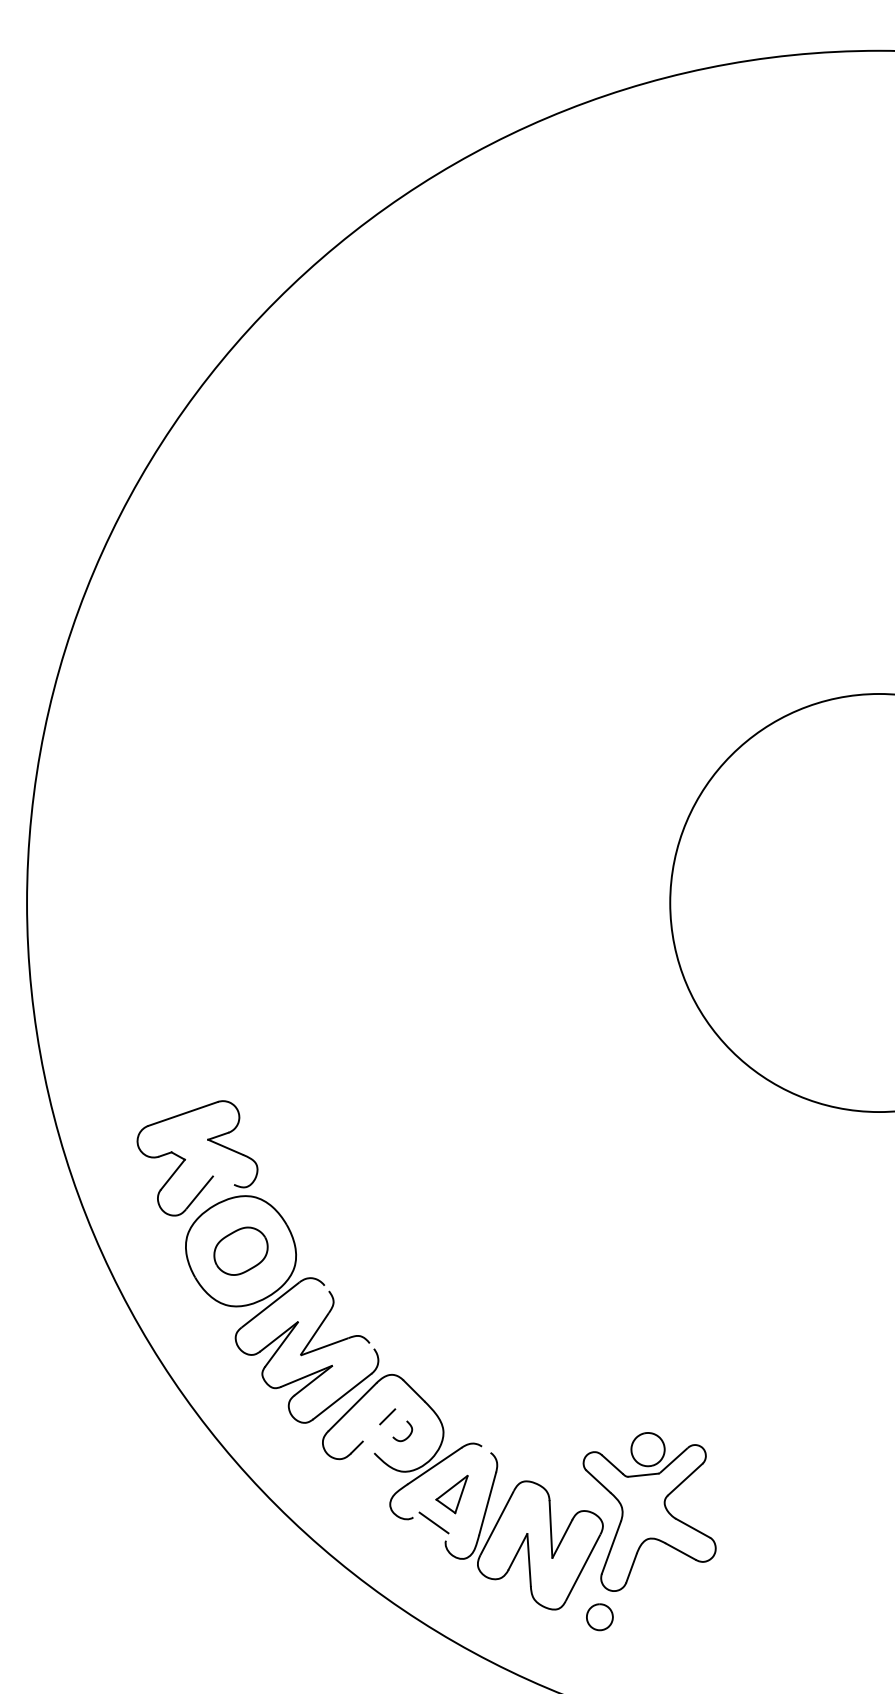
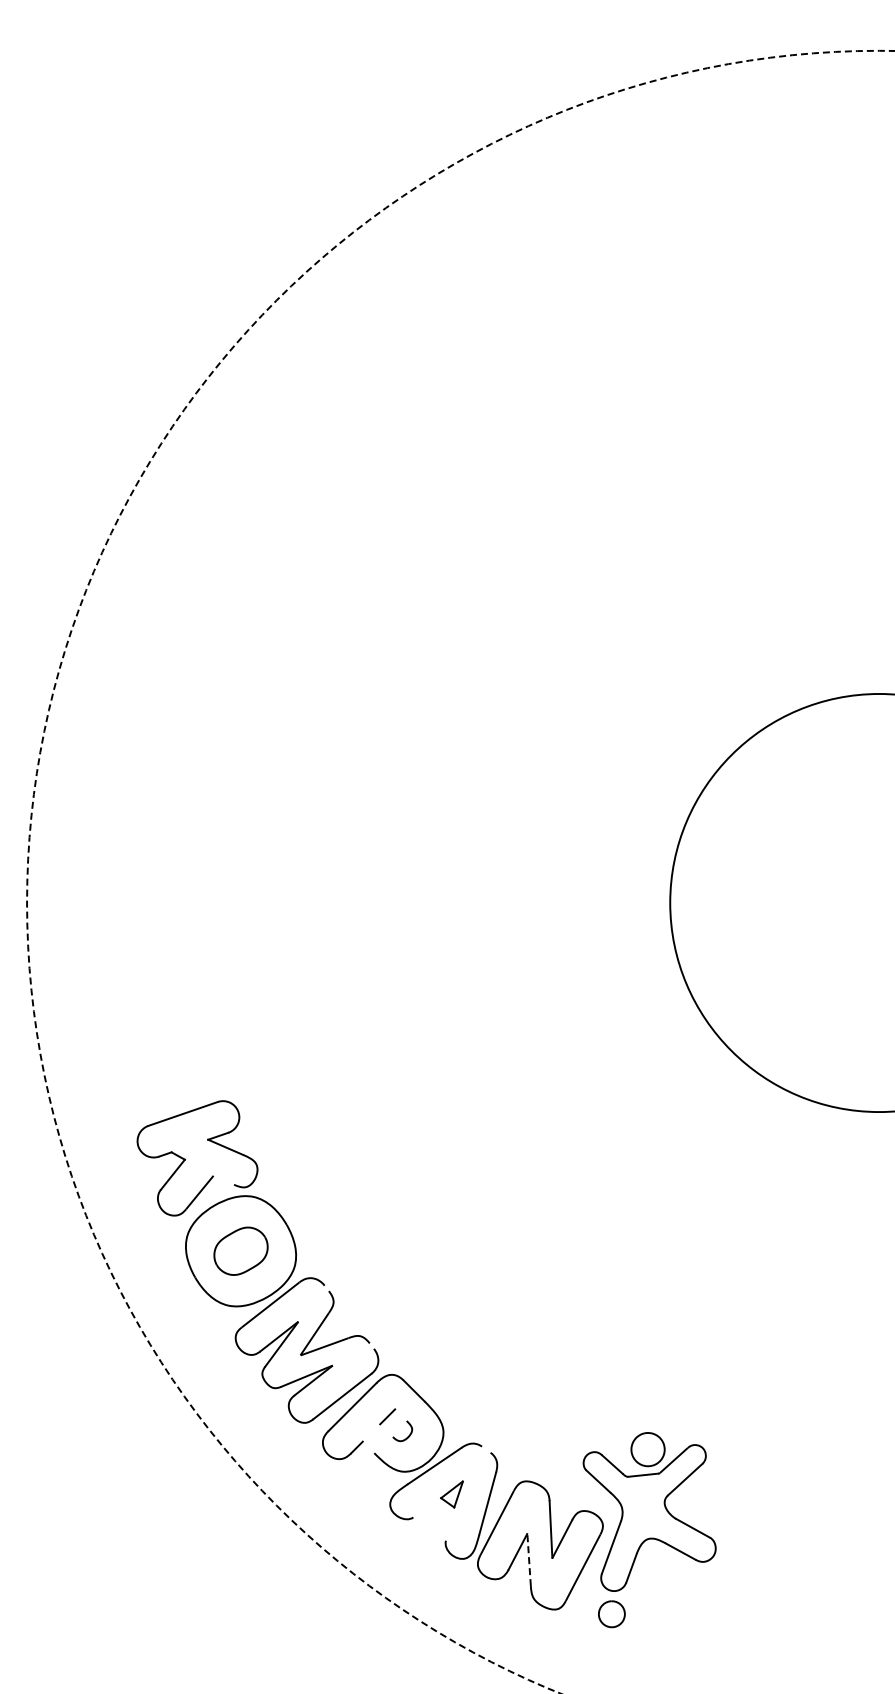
circle at (460, 871): solid -> dashed
part at (451, 1494) size: 34x41 px -> 24x29 px
line at (433, 1522): present -> none
line at (529, 1559): solid -> dashed
part at (599, 1617) position: (599, 1617) -> (611, 1614)
